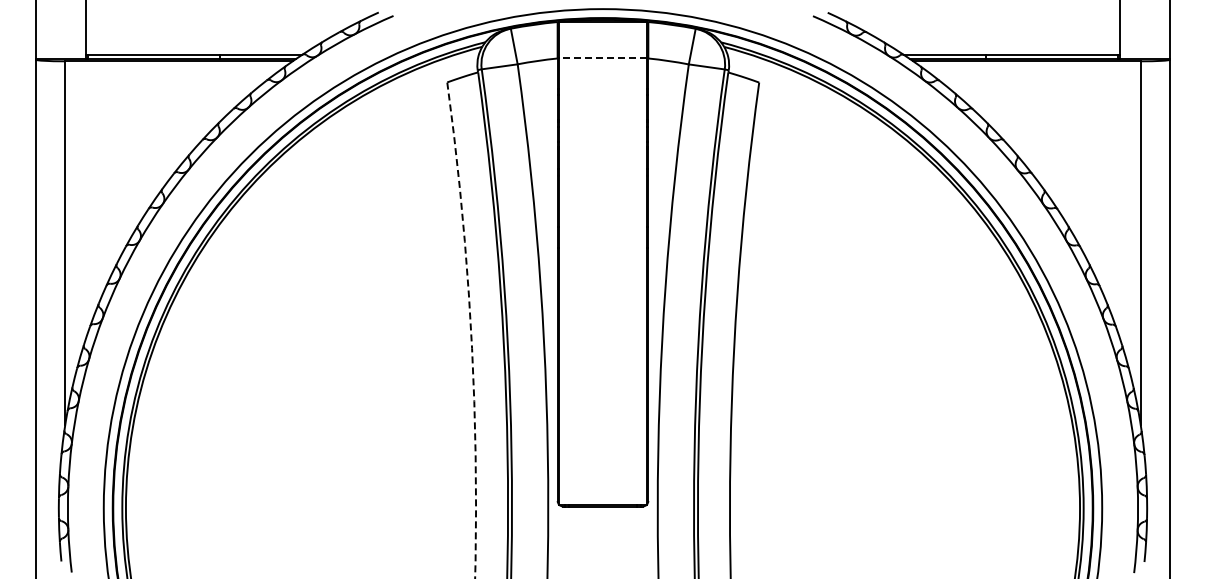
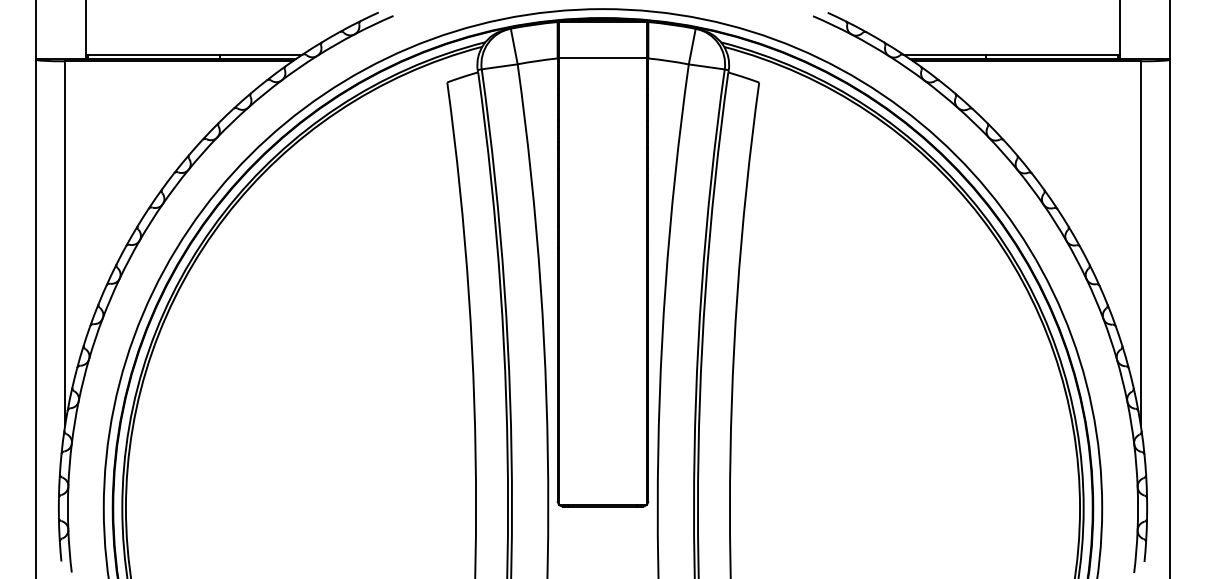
line at (602, 58): dashed -> solid
arc at (471, 330): dashed -> solid
